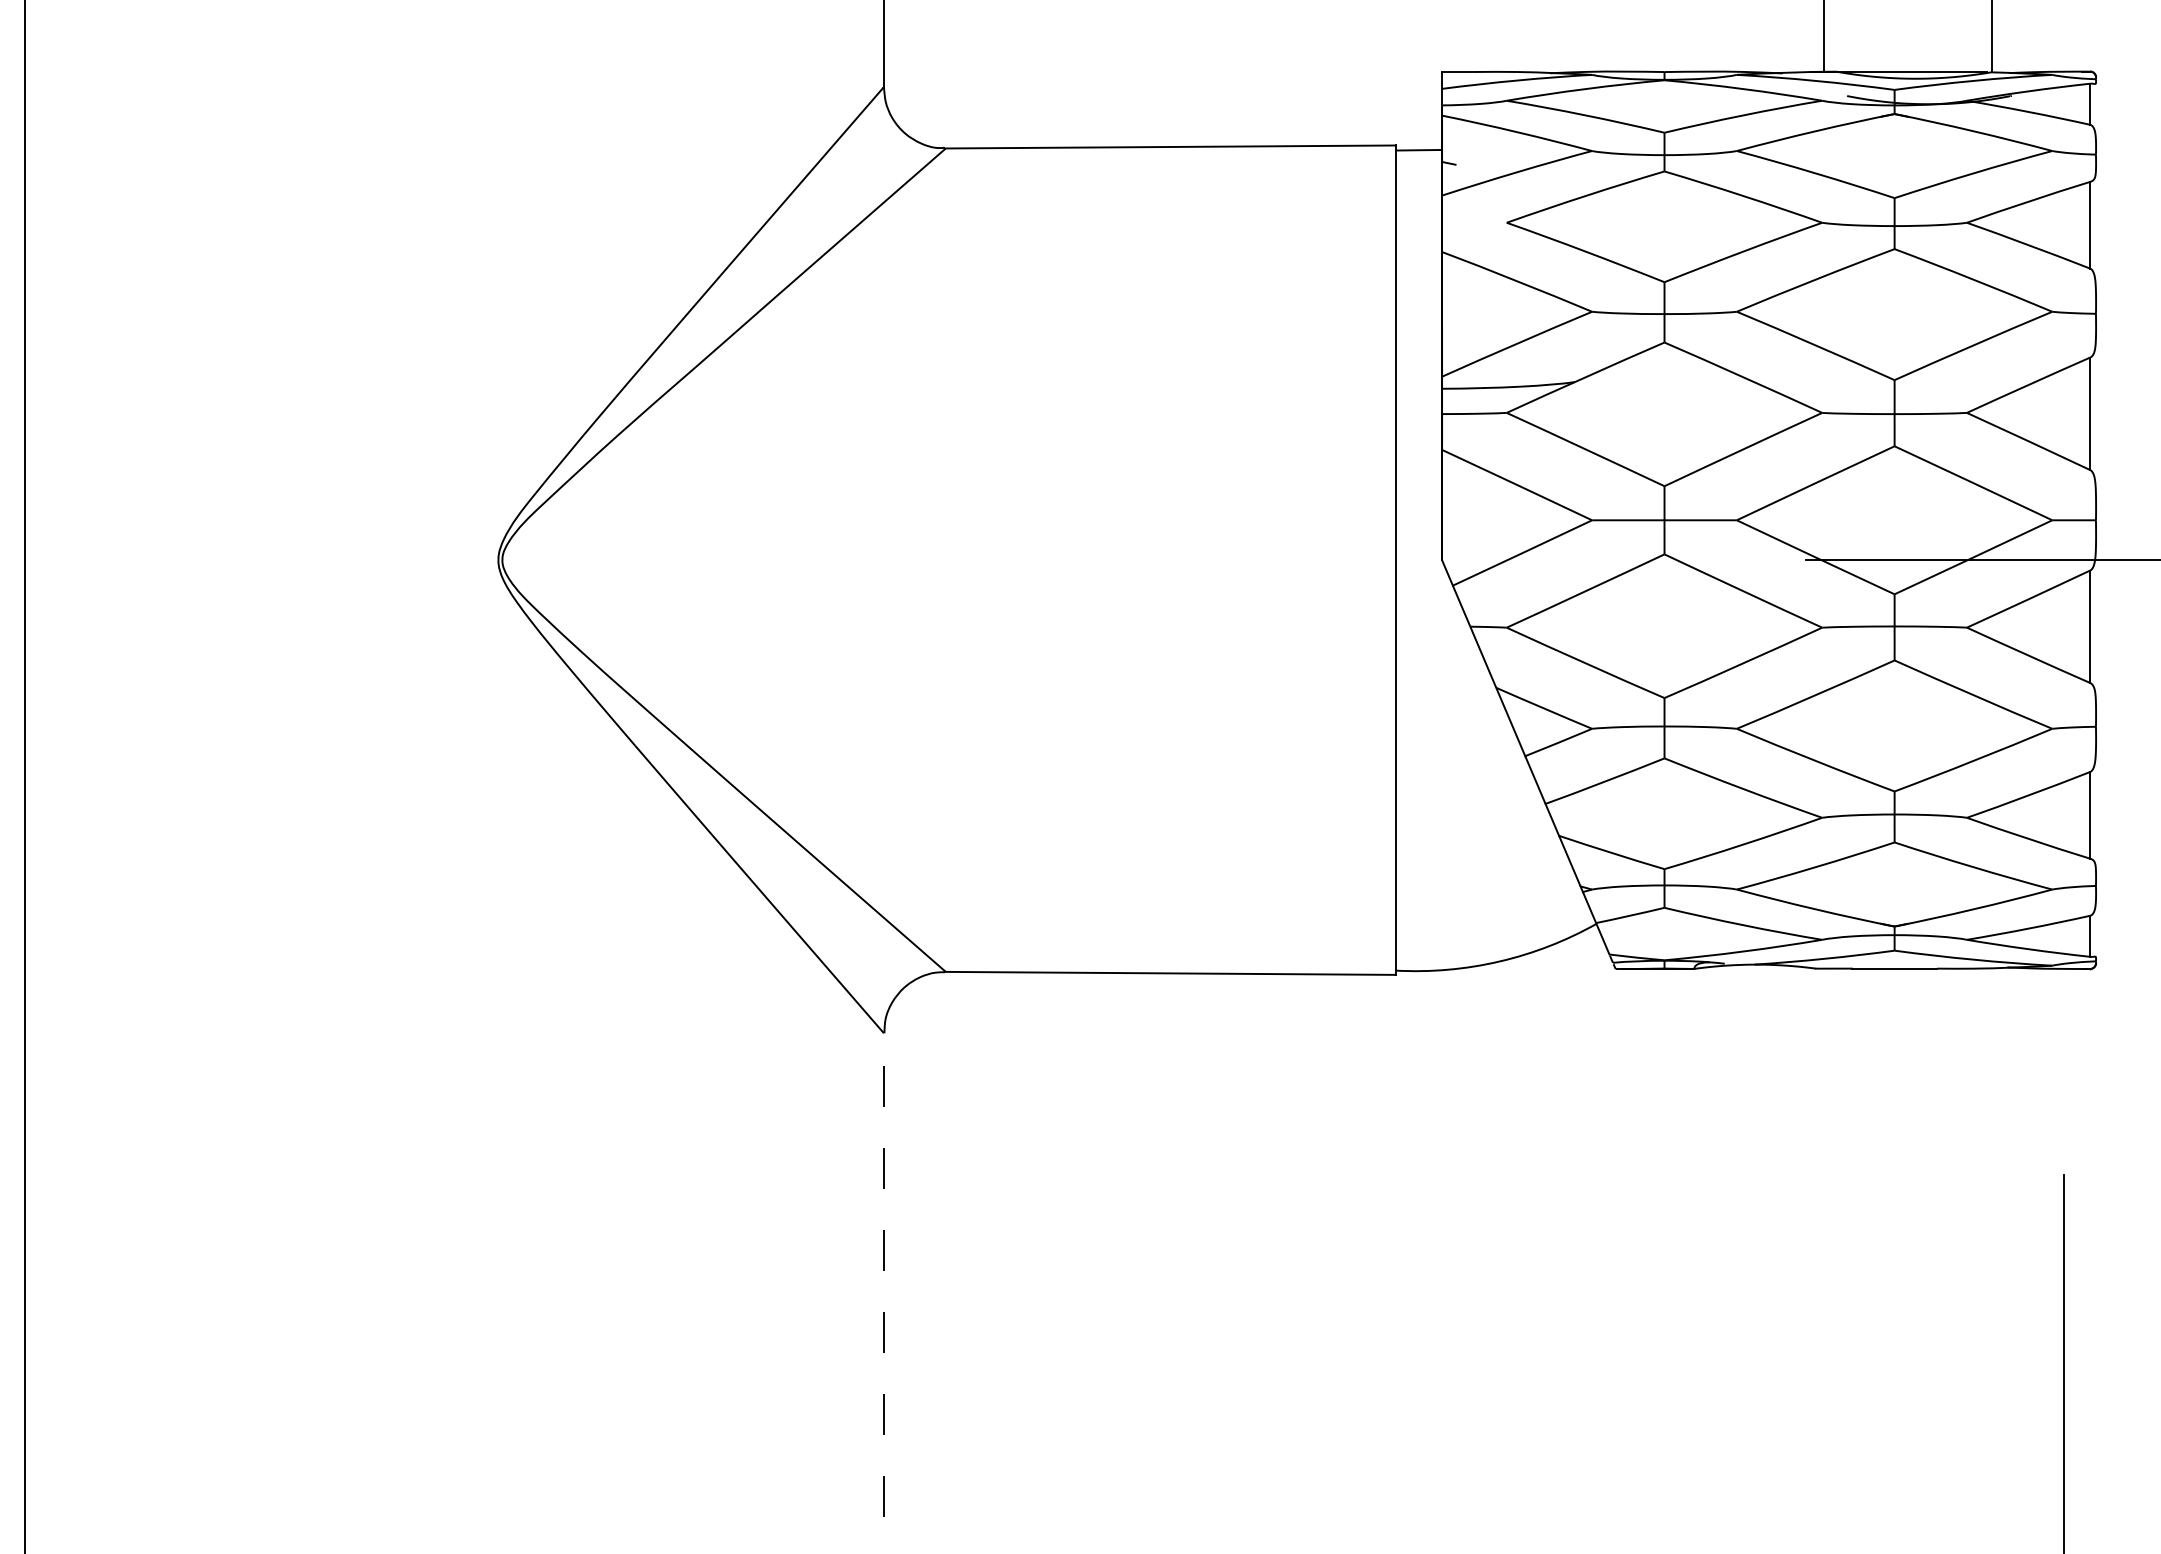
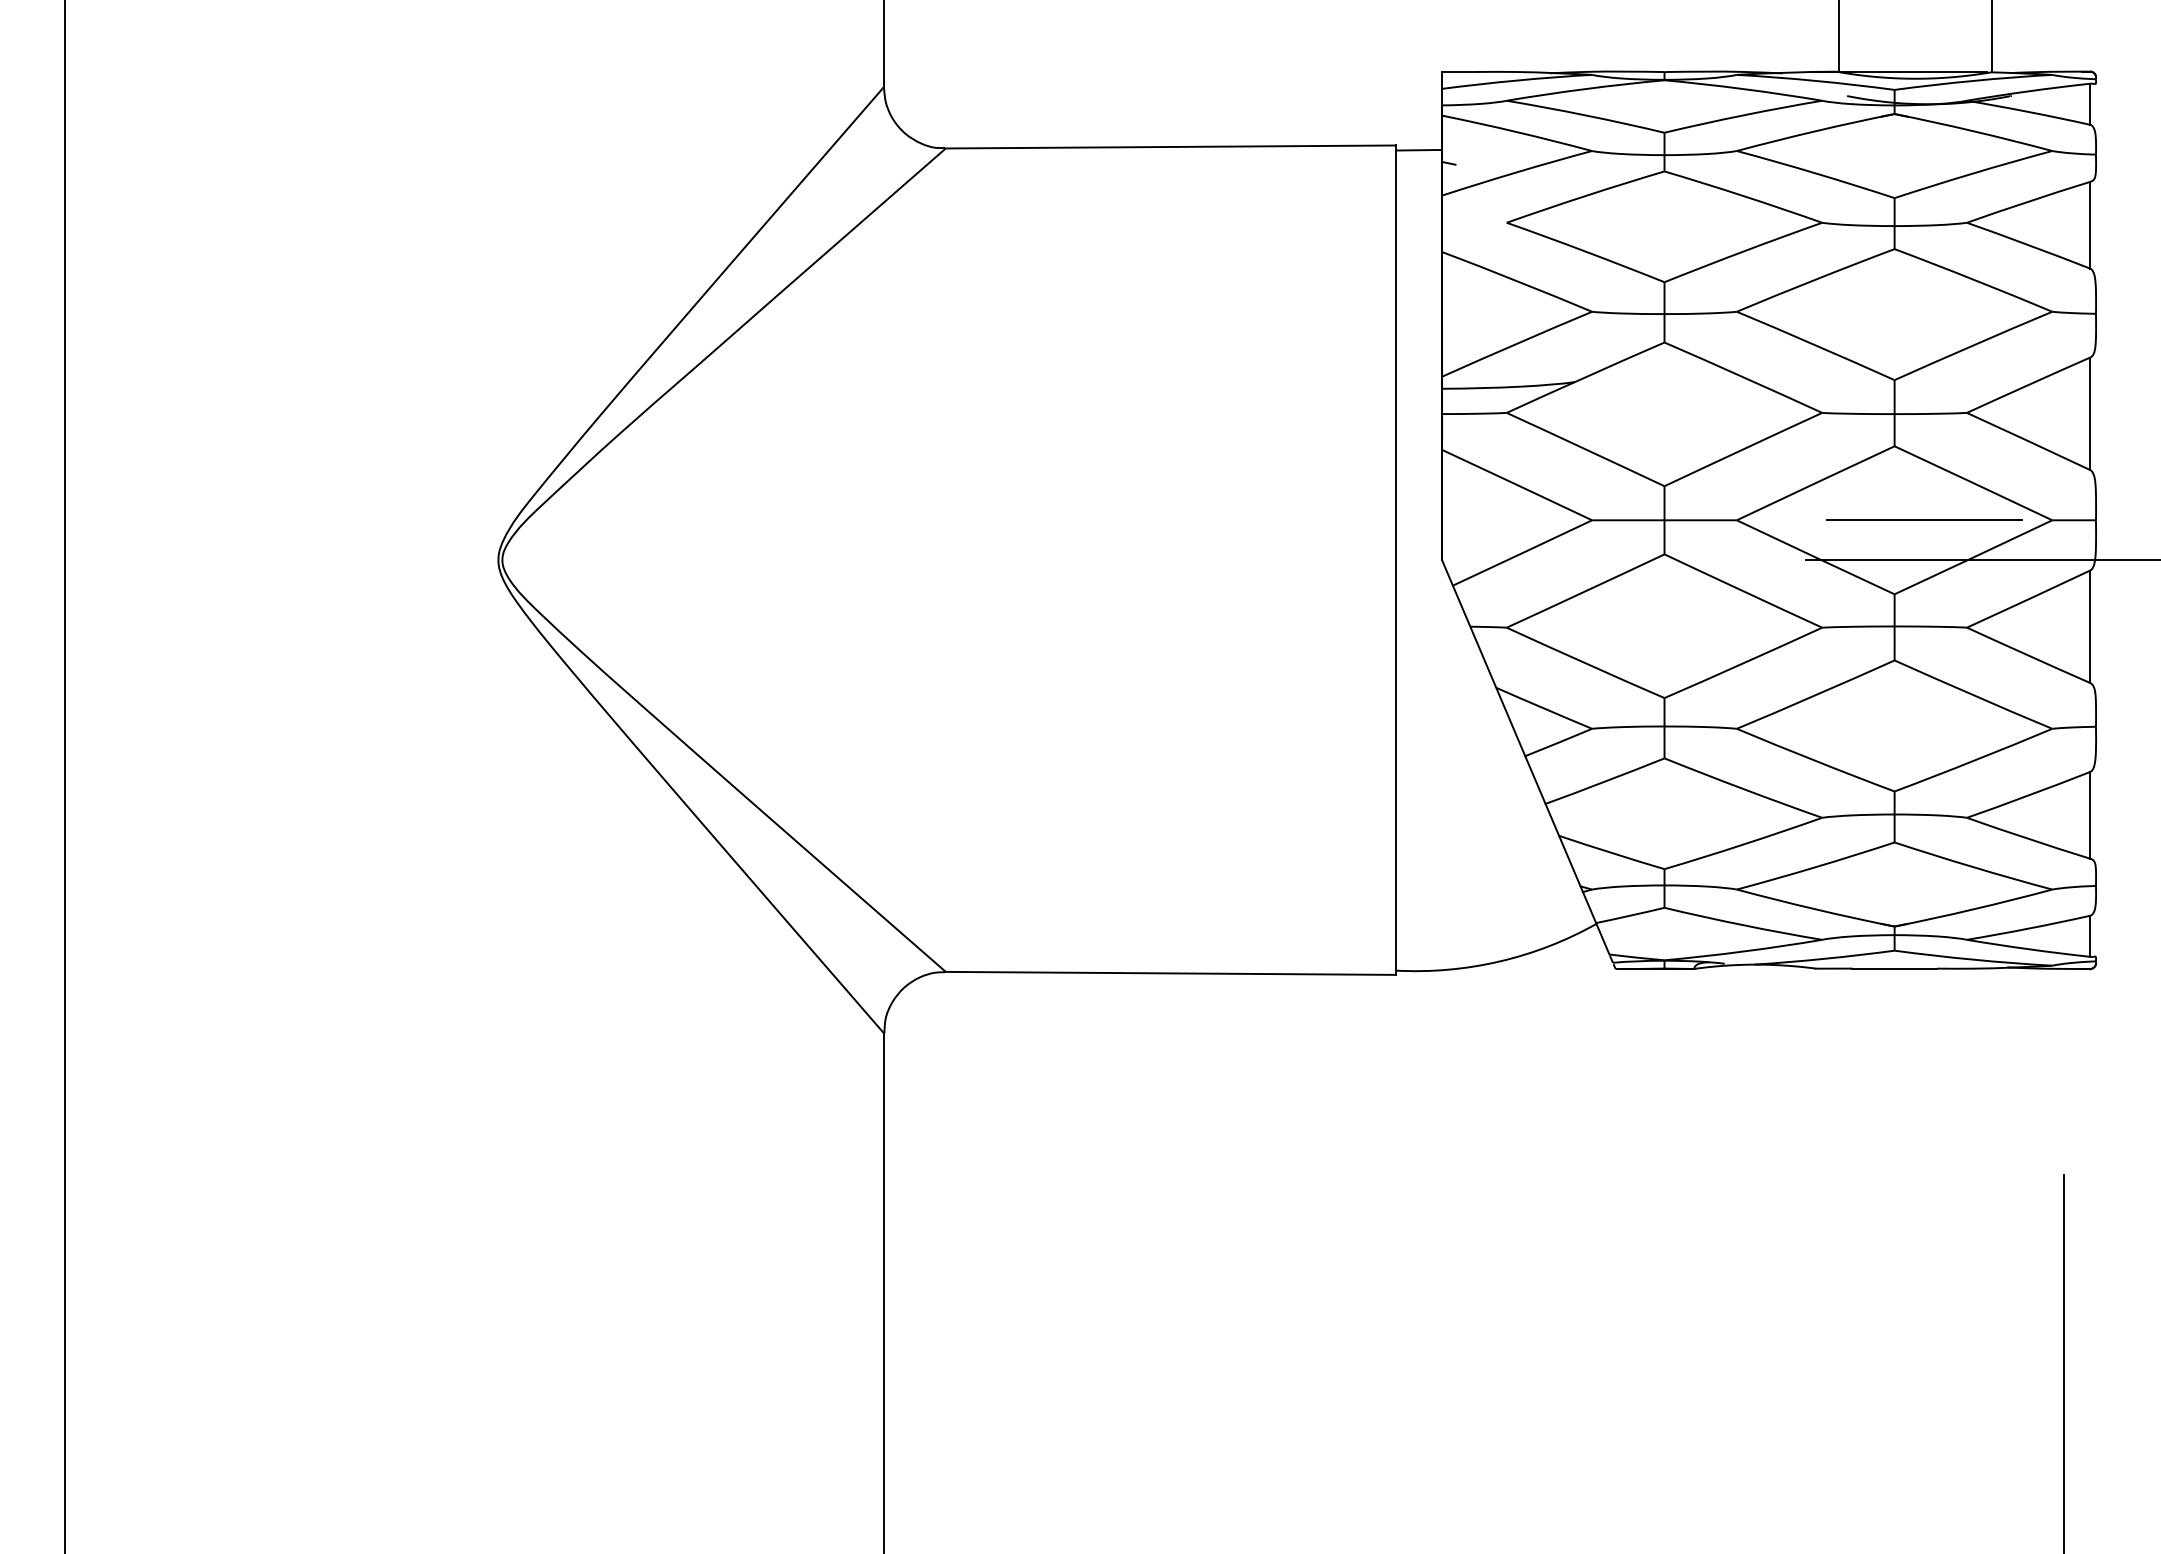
line at (1823, 37) position: (1823, 37) -> (1838, 37)
line at (1924, 520): none -> present
line at (24, 776) position: (24, 776) -> (64, 776)
line at (883, 1292): dashed -> solid
